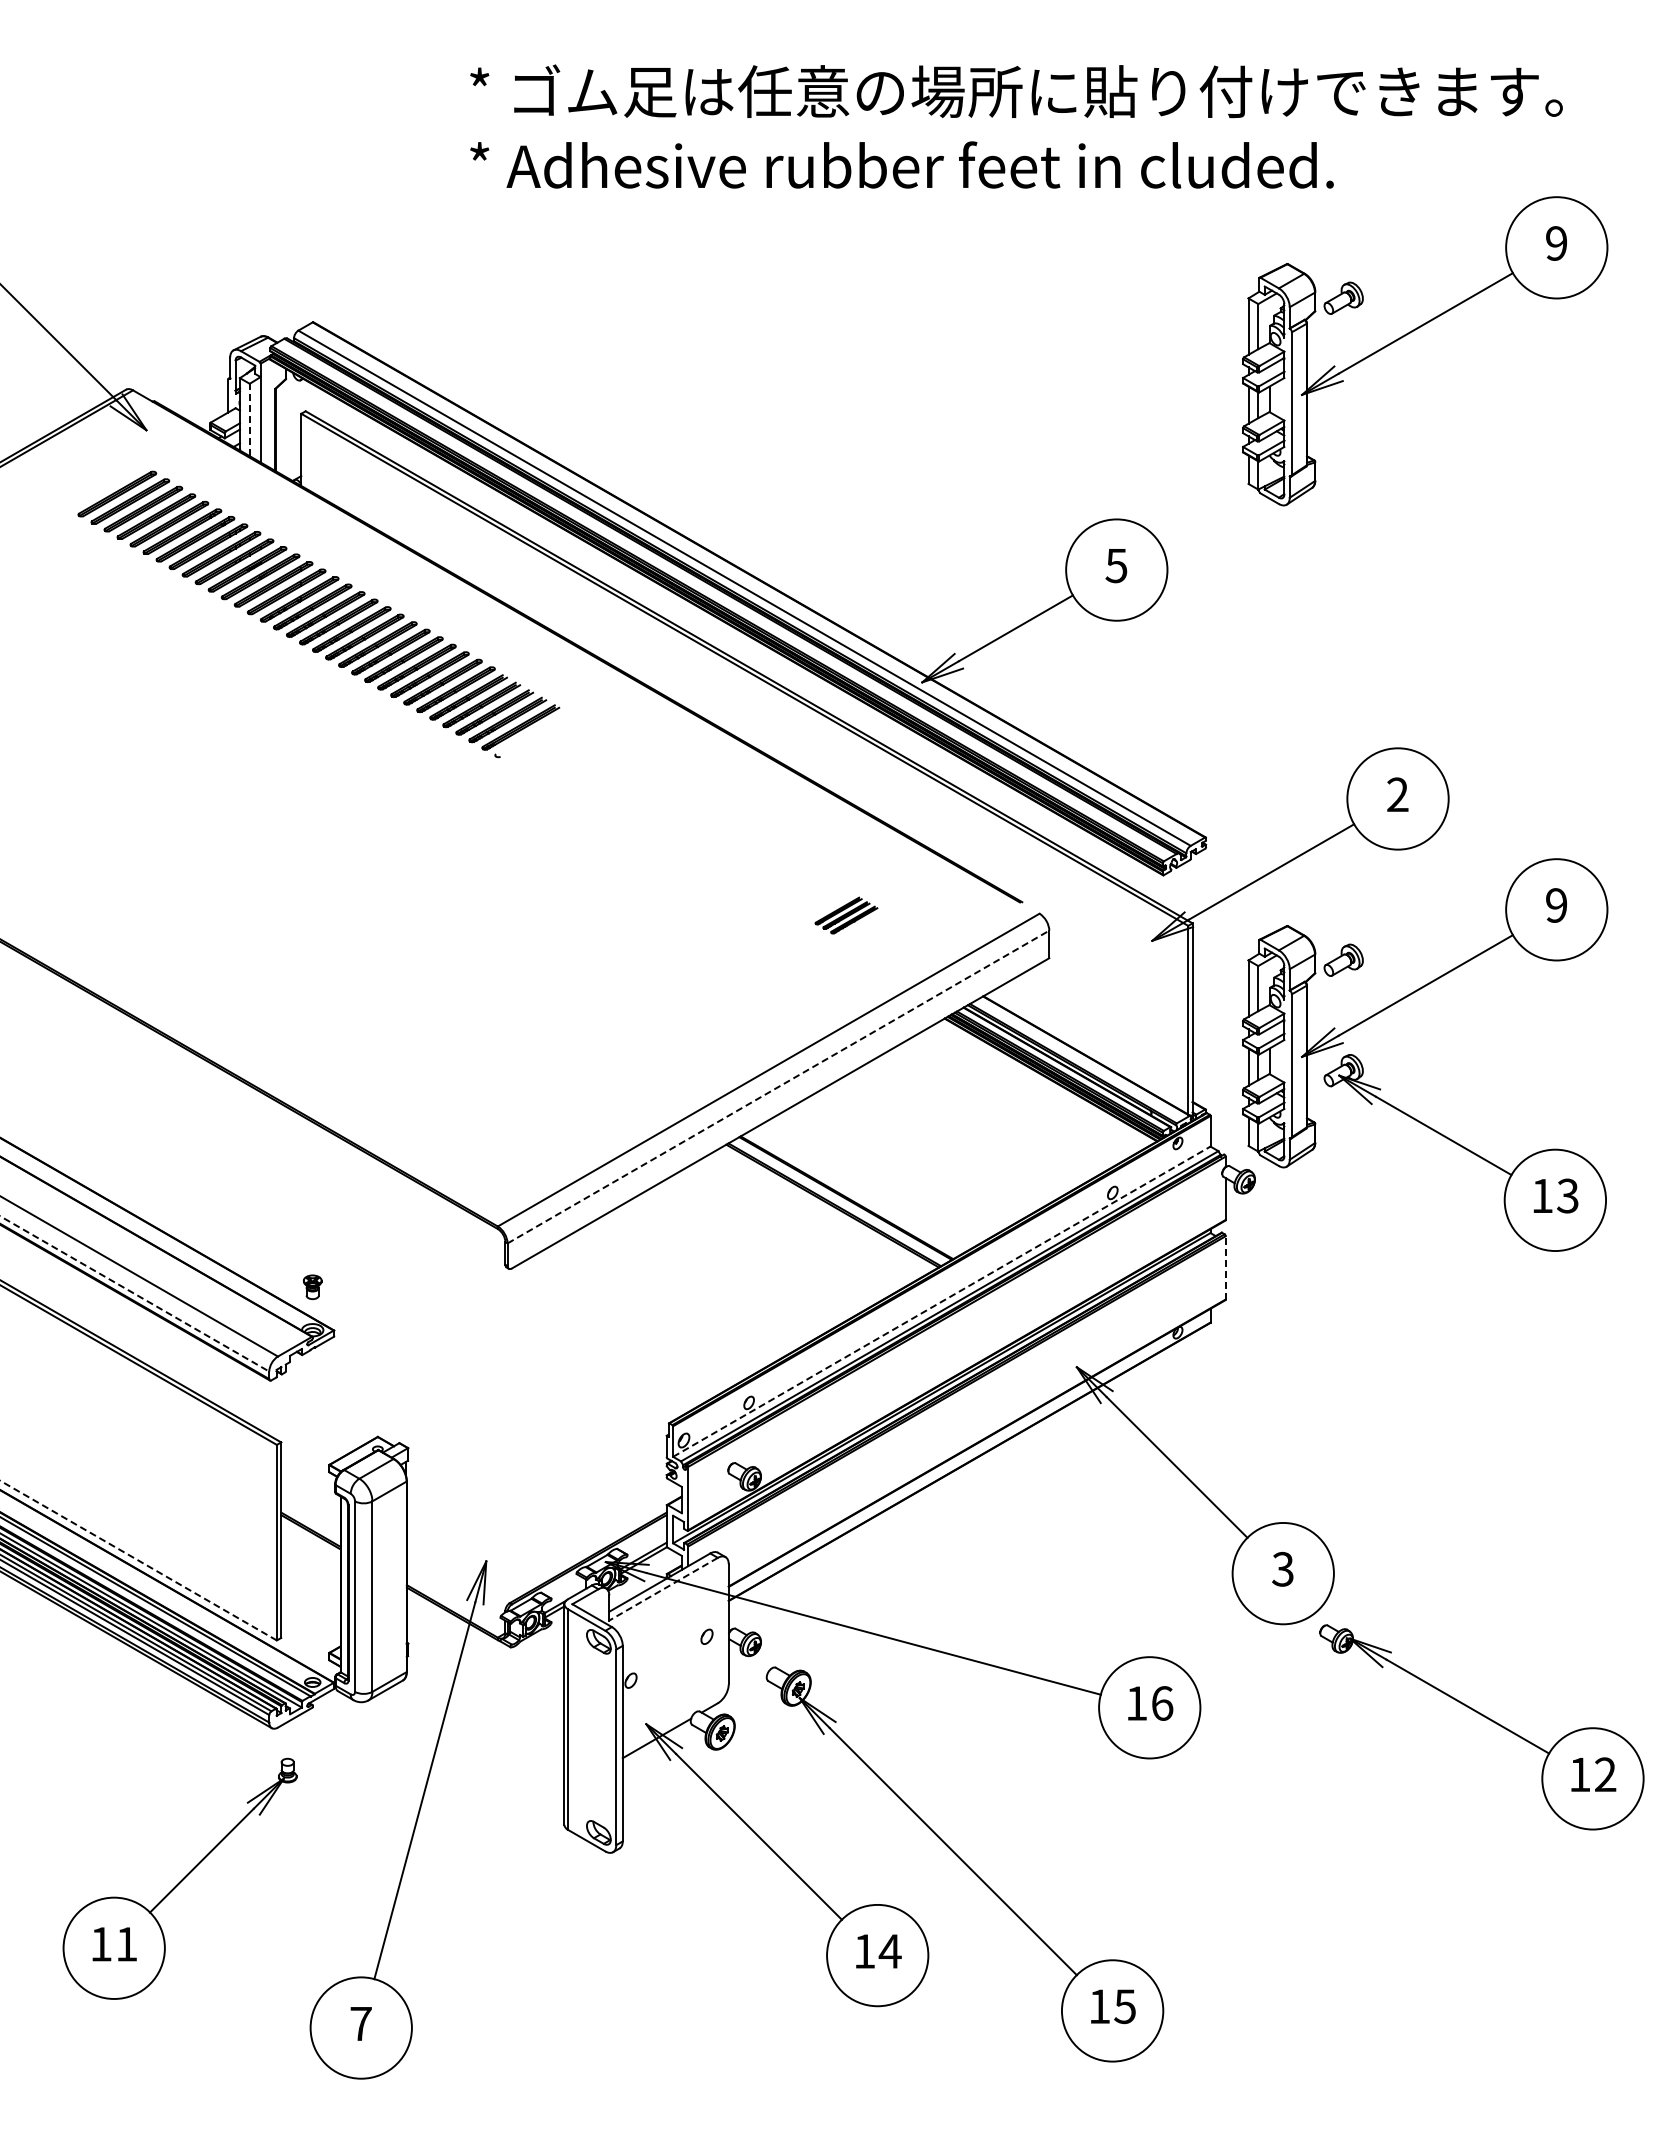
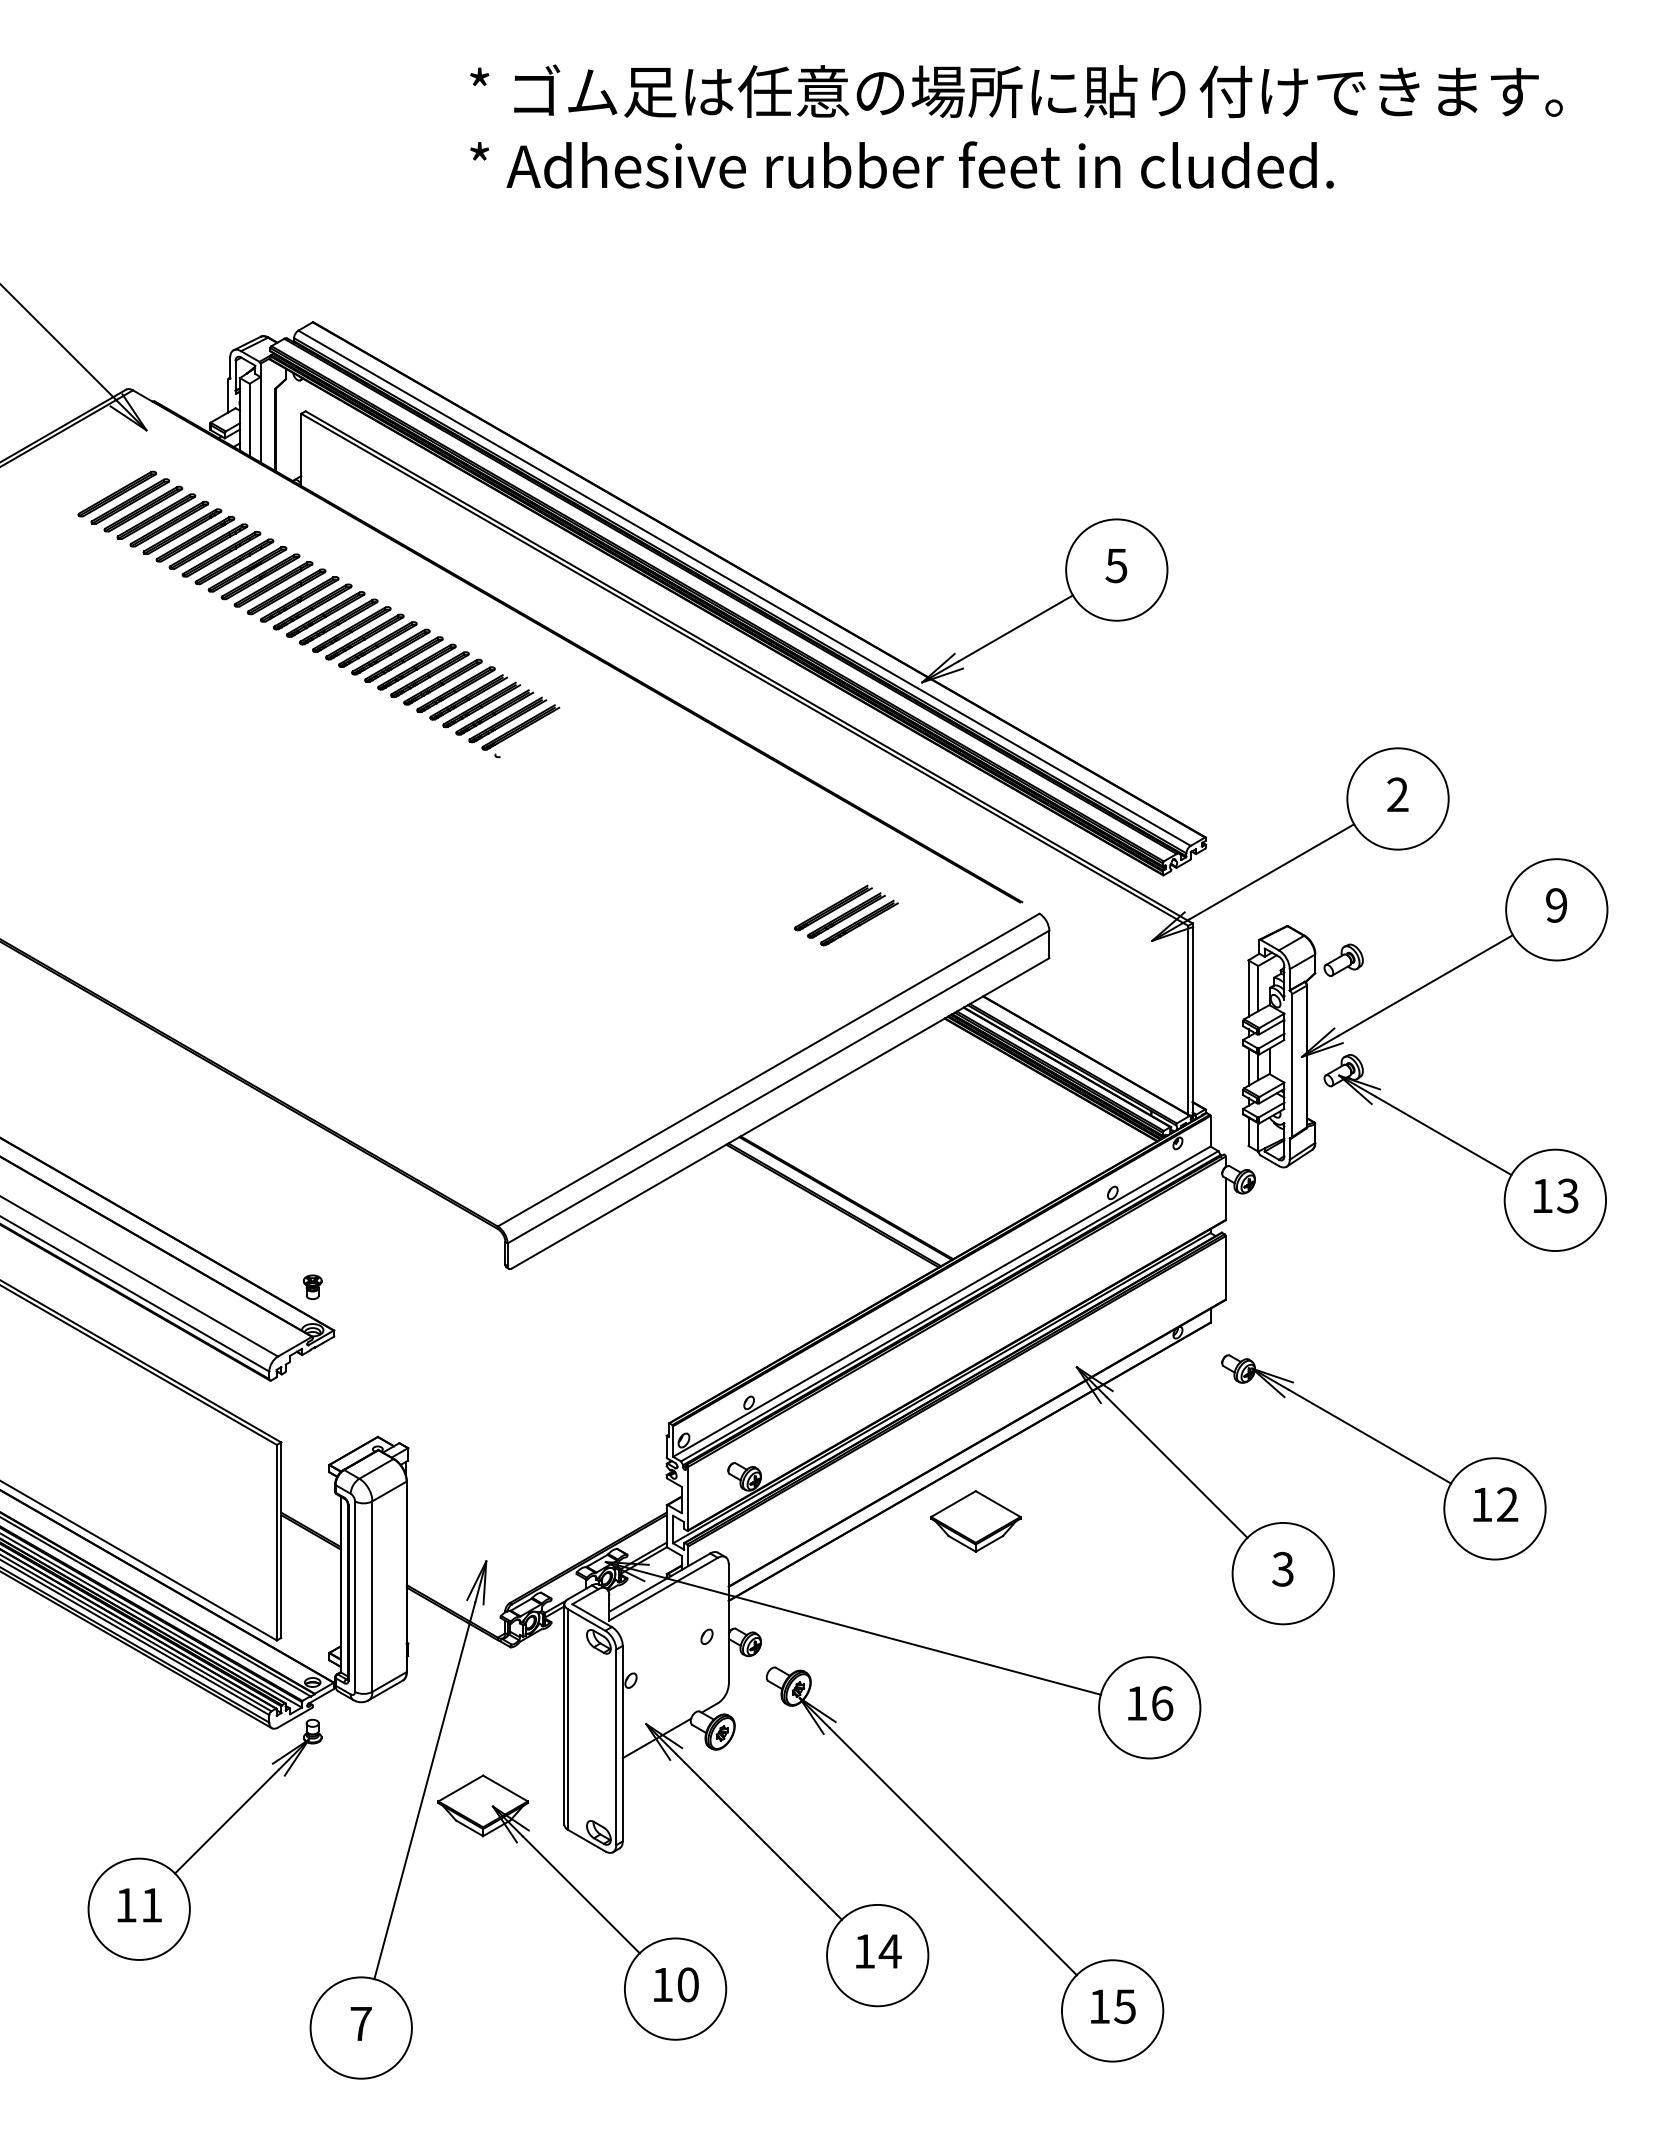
part at (1414, 331): present -> none
line at (249, 419): dashed -> solid
part at (846, 915) size: 65x39 px -> 105x63 px
line at (778, 1087): dashed -> solid
line at (1225, 1267): dashed -> solid
line at (135, 1294): dashed -> solid
line at (942, 1301): dashed -> solid
part at (975, 1521): none -> present
line at (138, 1560): dashed -> solid
line at (663, 1589): dashed -> solid
part at (1486, 1718) position: (1486, 1718) -> (1388, 1448)
part at (179, 1878) position: (179, 1878) -> (204, 1839)
part at (587, 1902): none -> present
